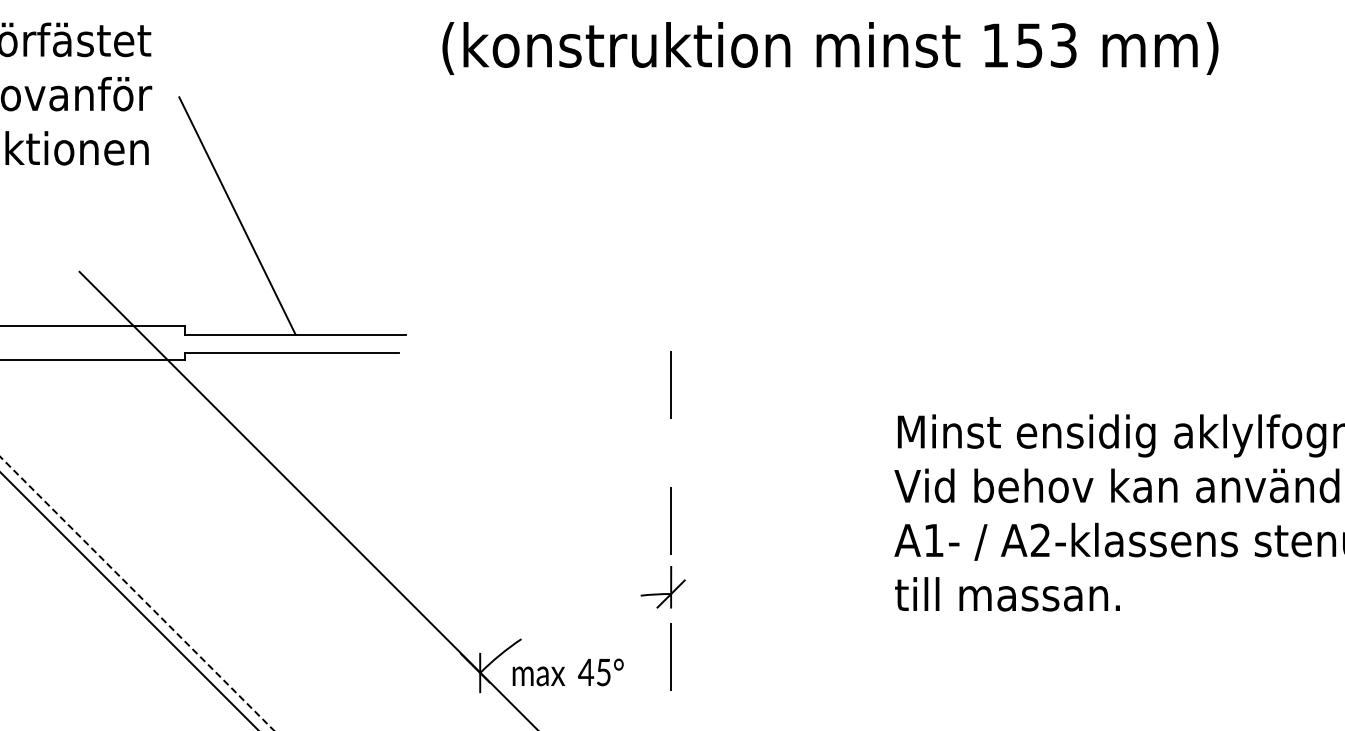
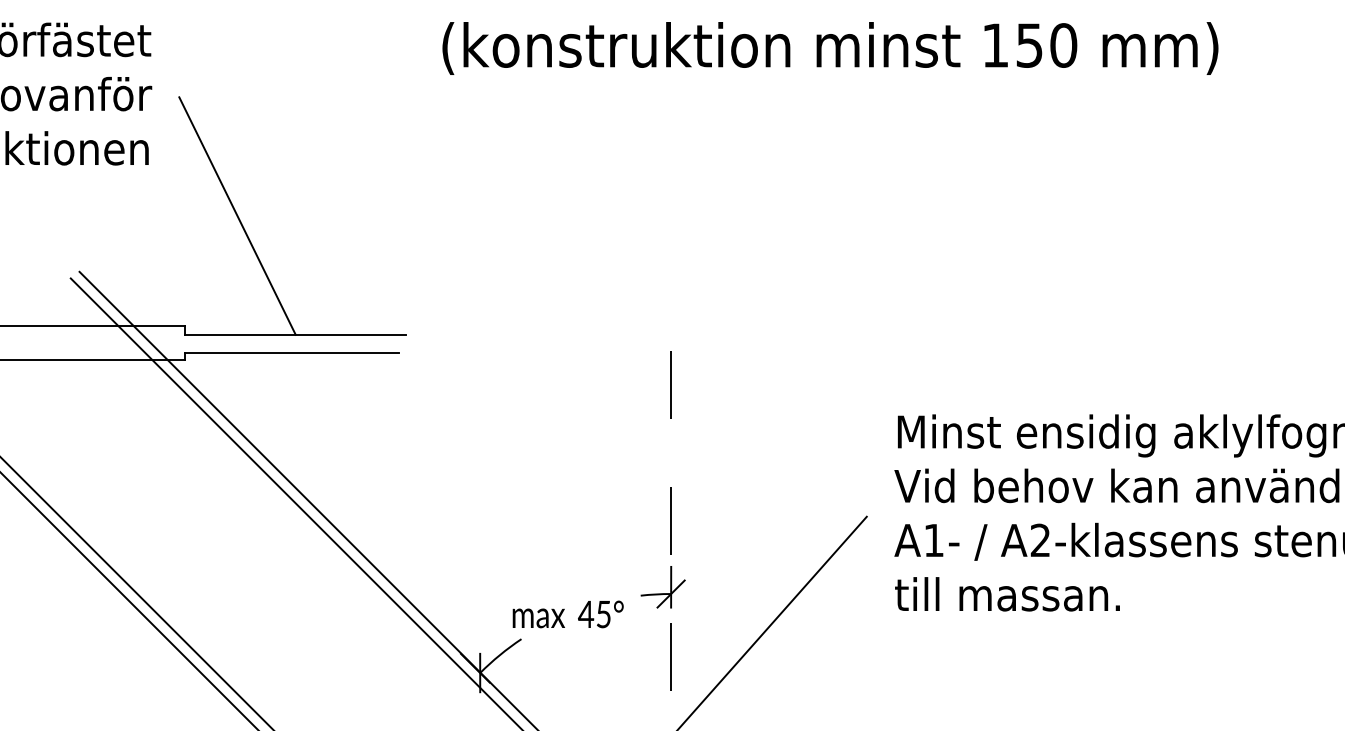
text at (1063, 45): 153 -> 150
line at (295, 502): none -> present
line at (137, 593): dashed -> solid
line at (773, 621): none -> present
text at (567, 672) position: (567, 672) -> (567, 614)
